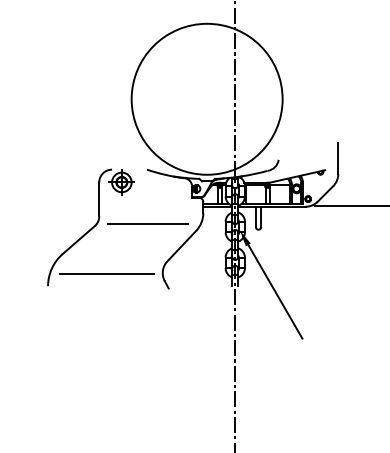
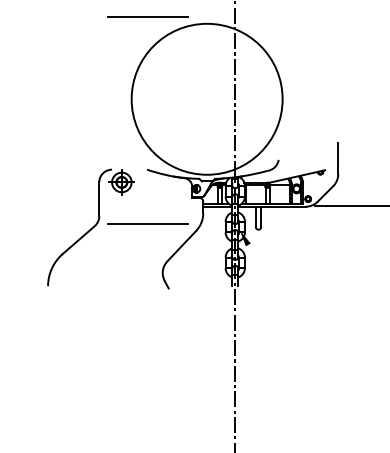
line at (147, 16): none -> present
line at (106, 274): present -> none
line at (275, 291): present -> none
